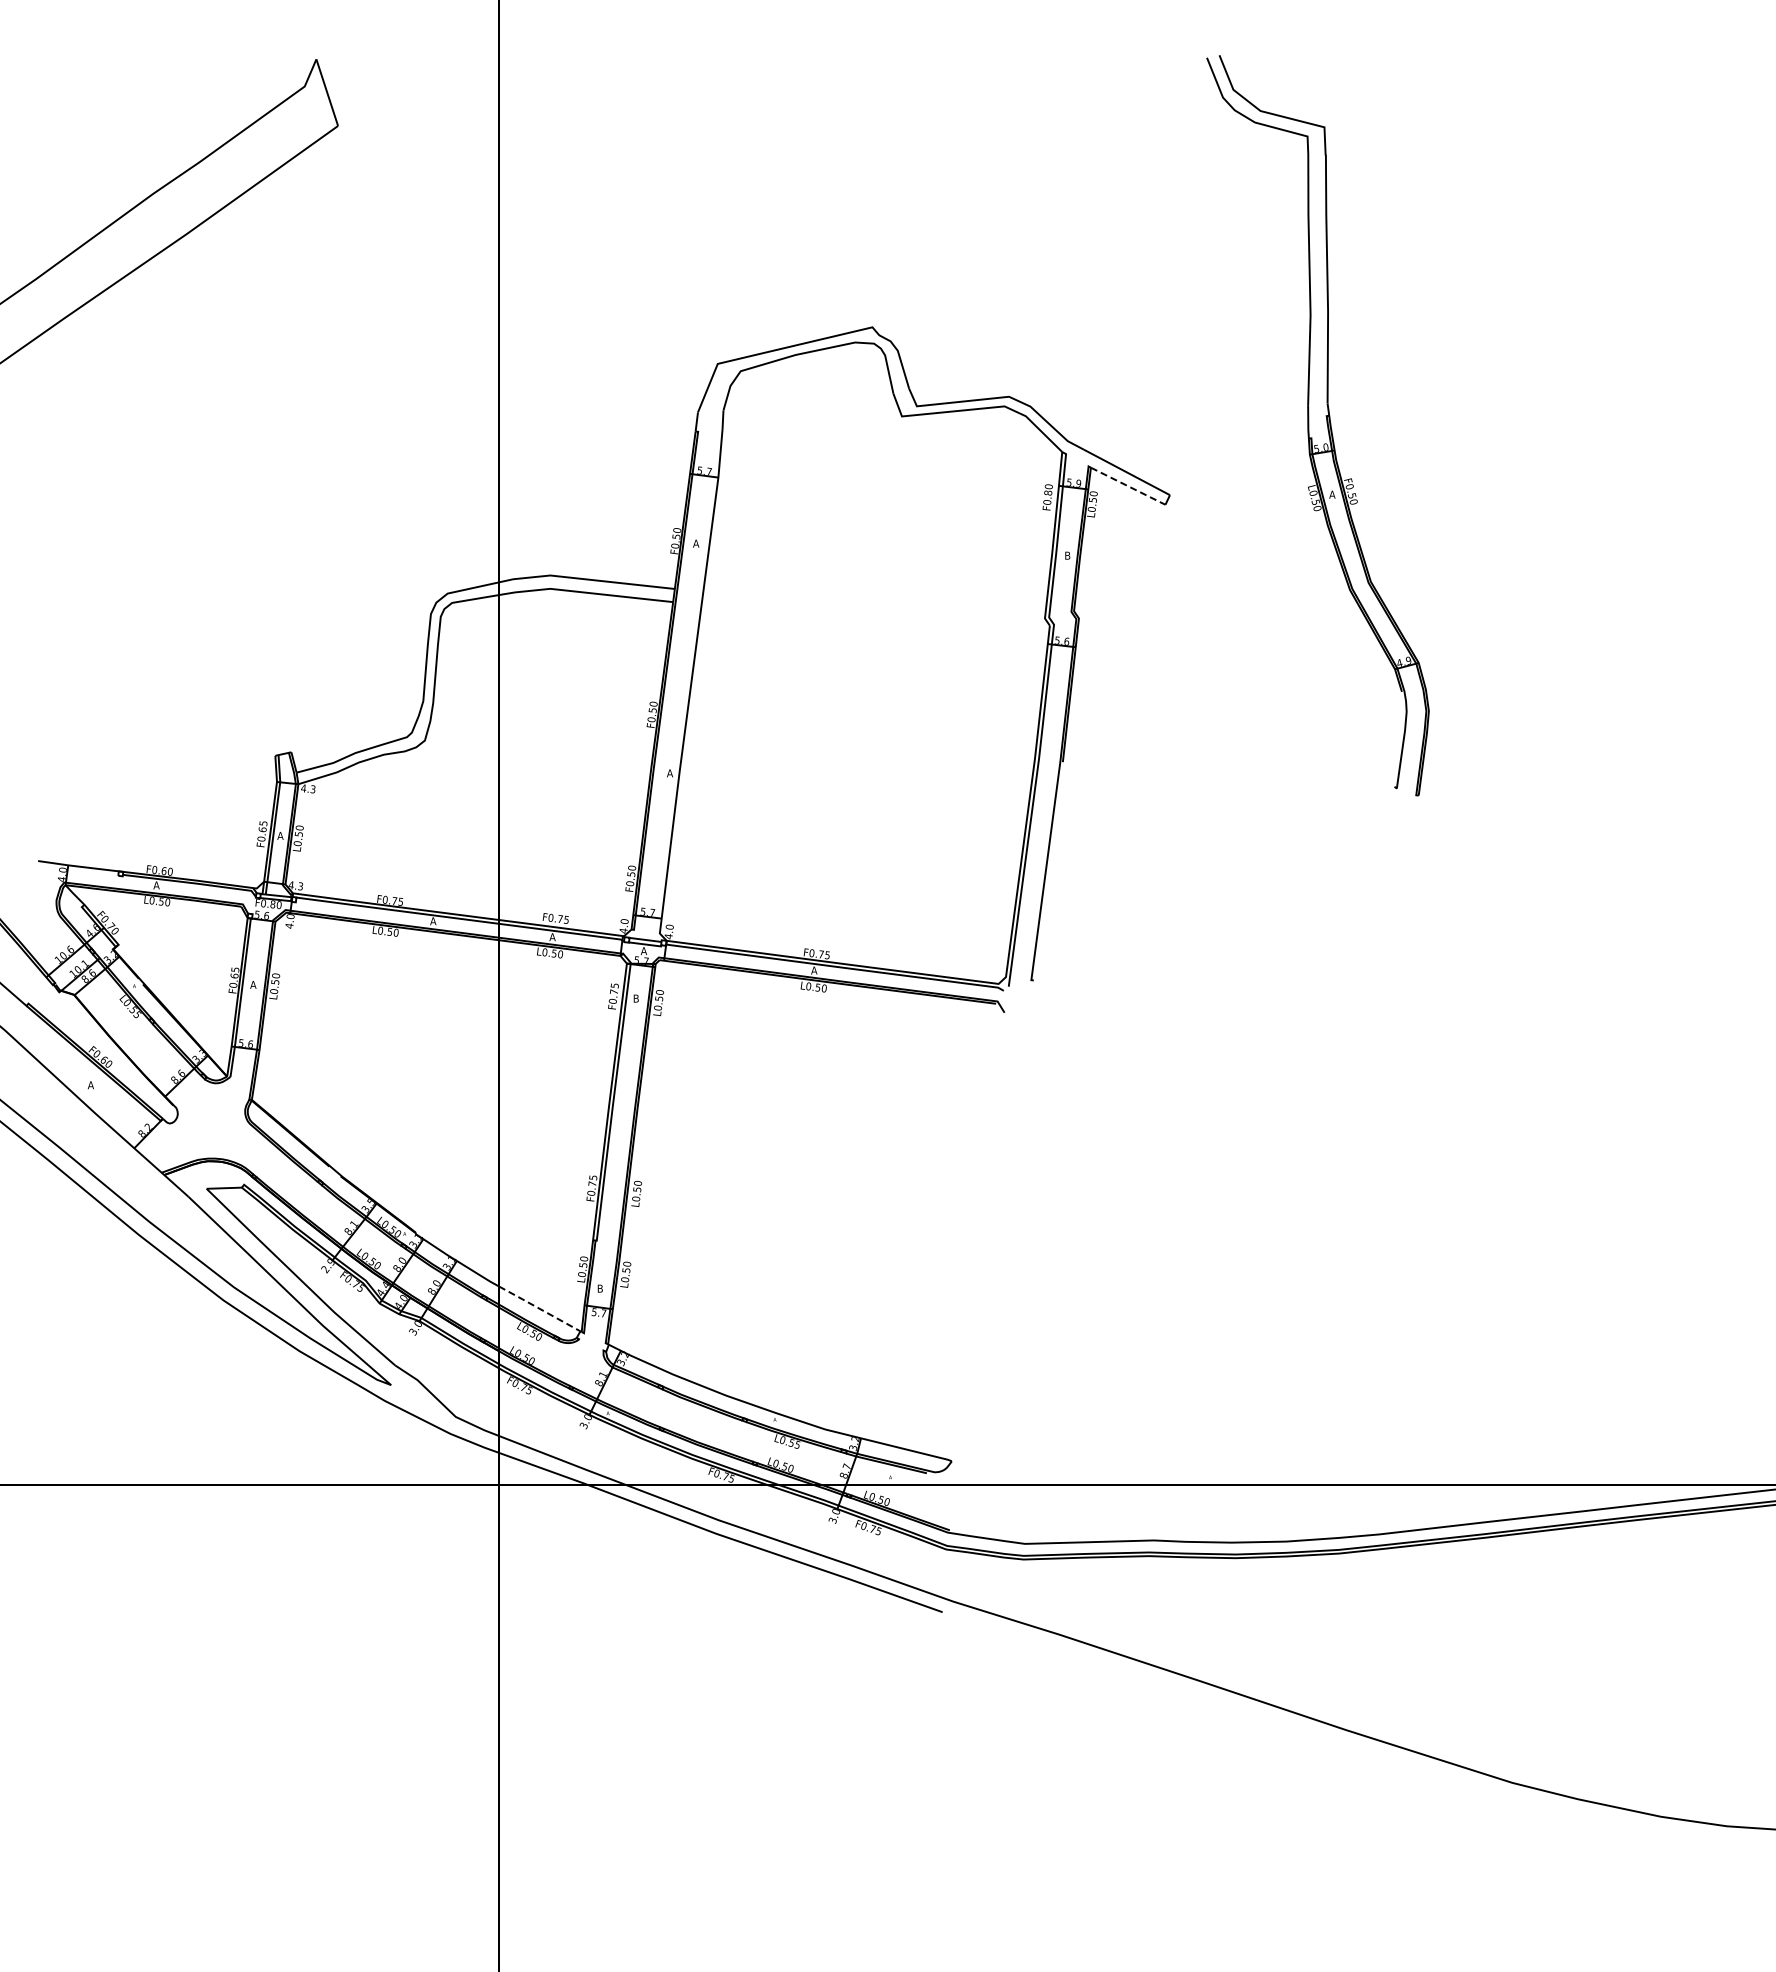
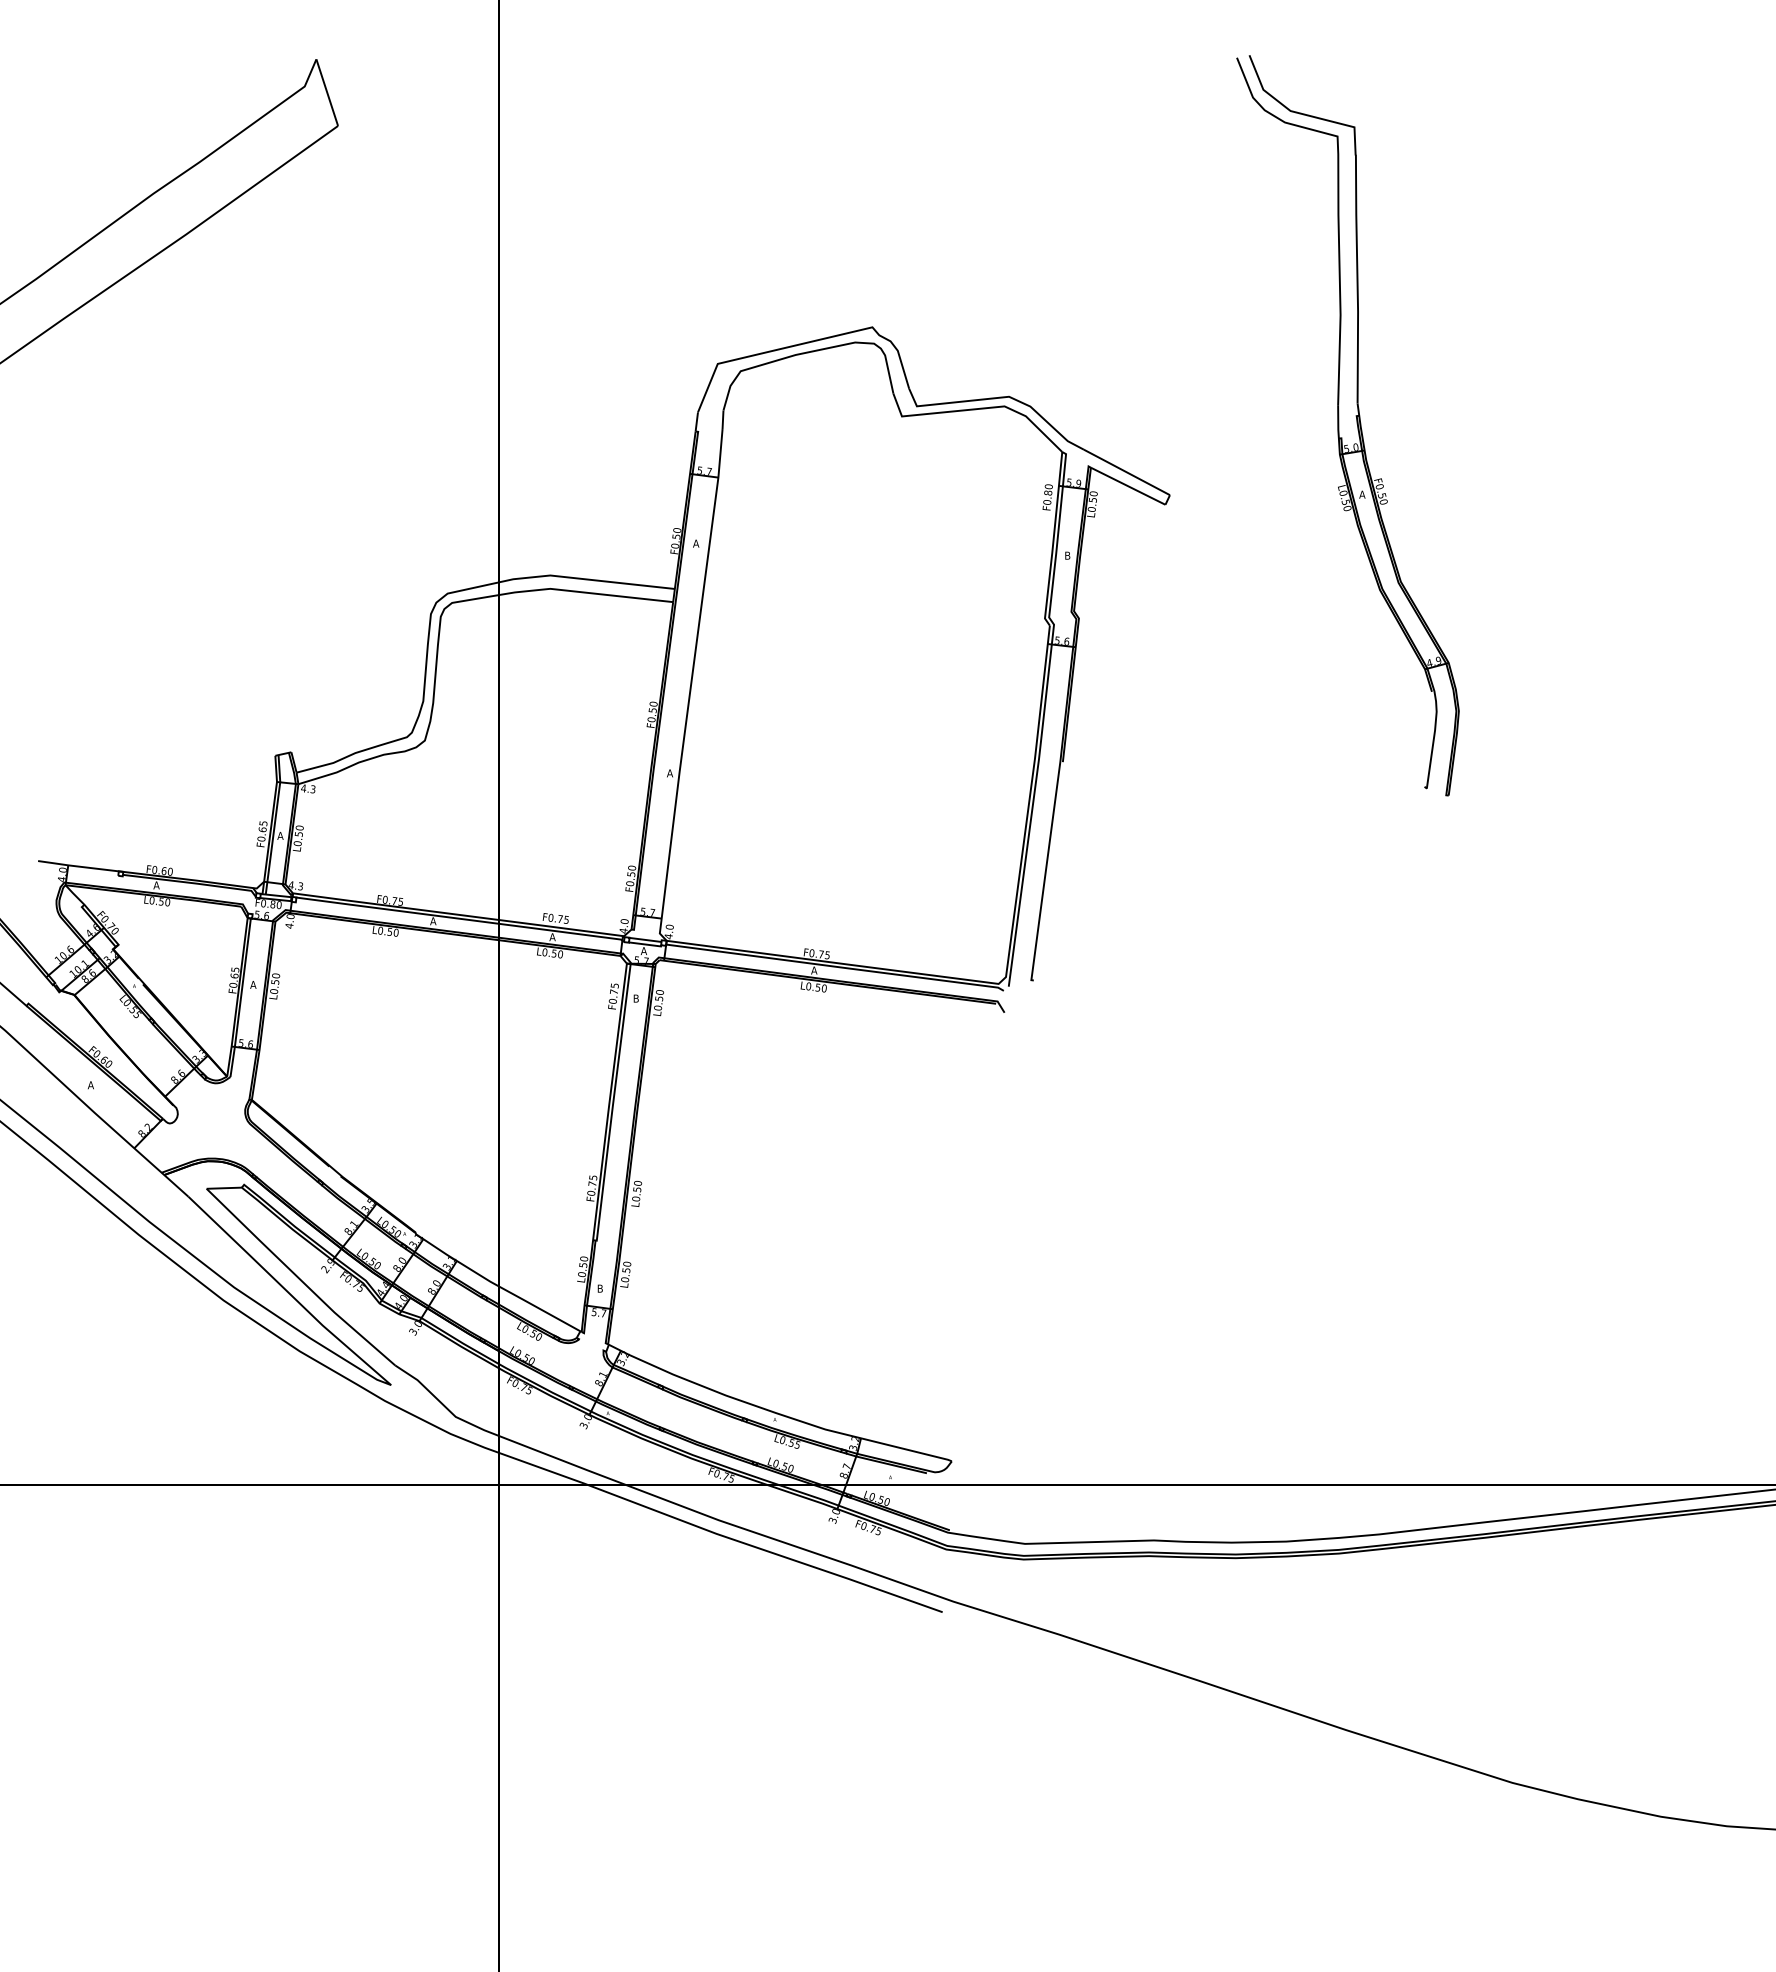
part at (1309, 425) position: (1309, 425) -> (1339, 425)
line at (1128, 486): dashed -> solid
line at (540, 1309): dashed -> solid
